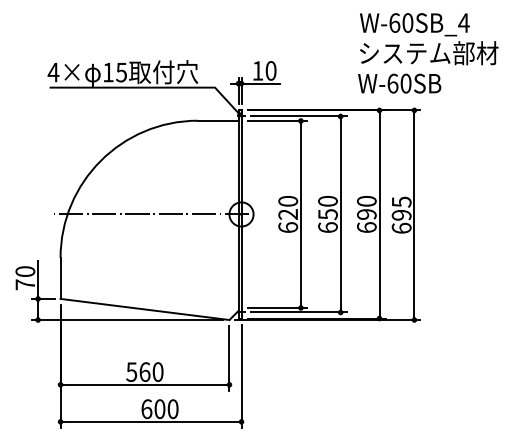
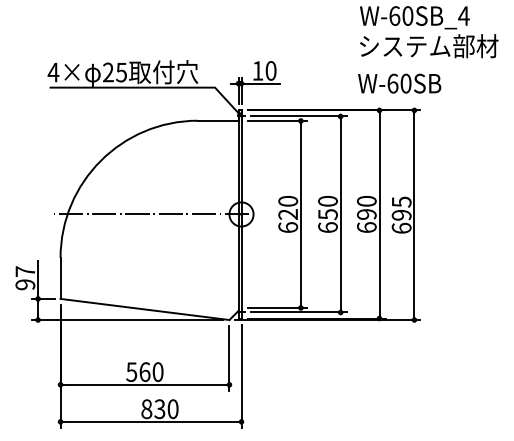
text at (429, 39) position: (429, 39) -> (429, 32)
text at (108, 72): 15 -> 25
text at (25, 278): 70 -> 97
text at (153, 408): 600 -> 830
